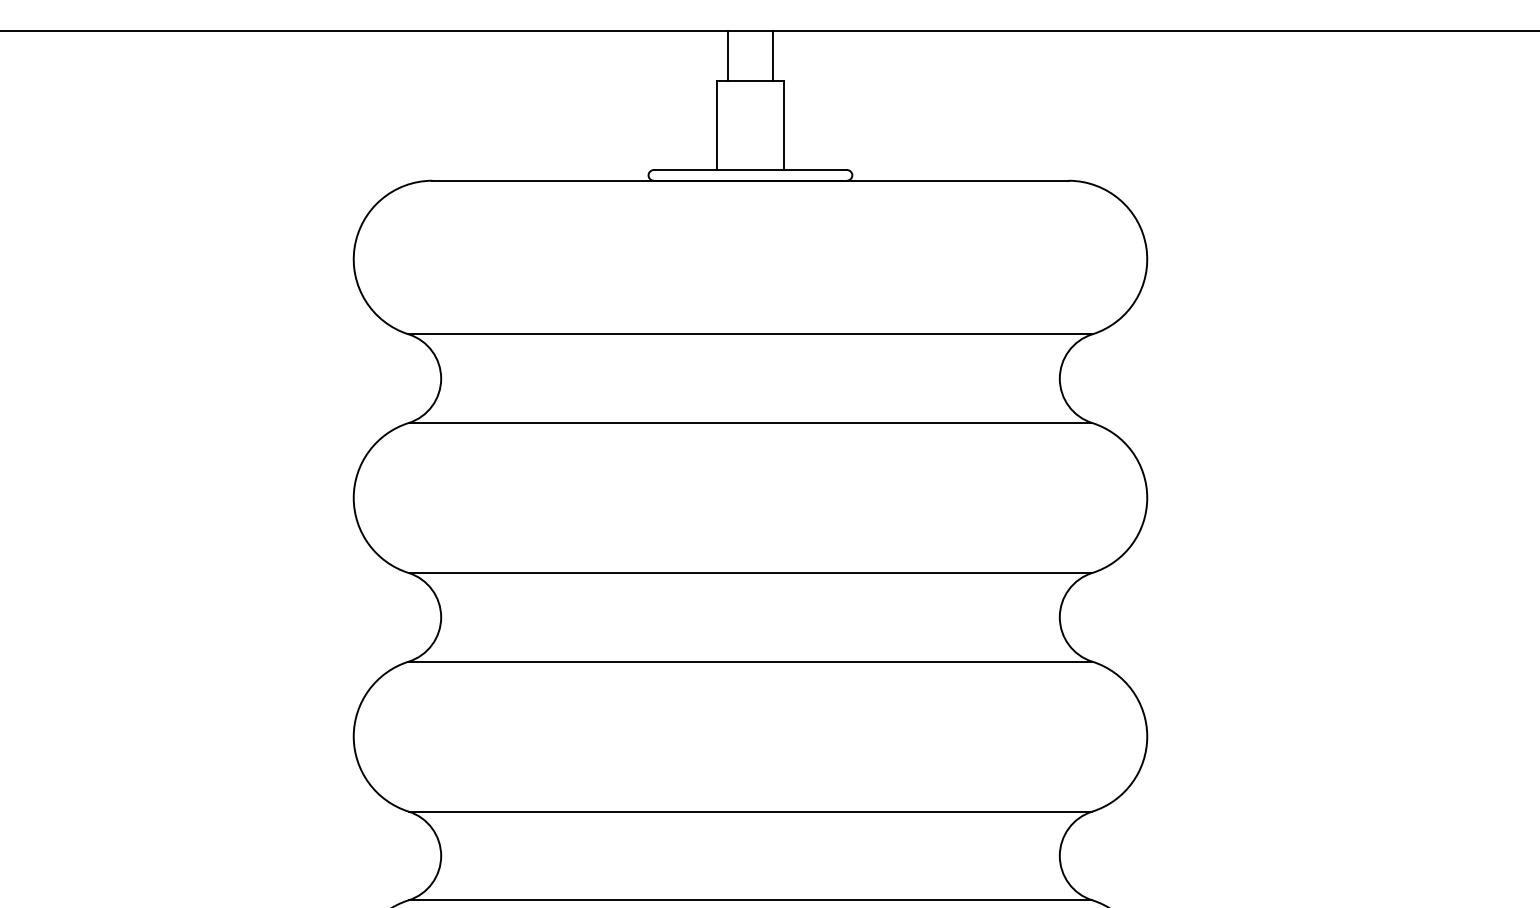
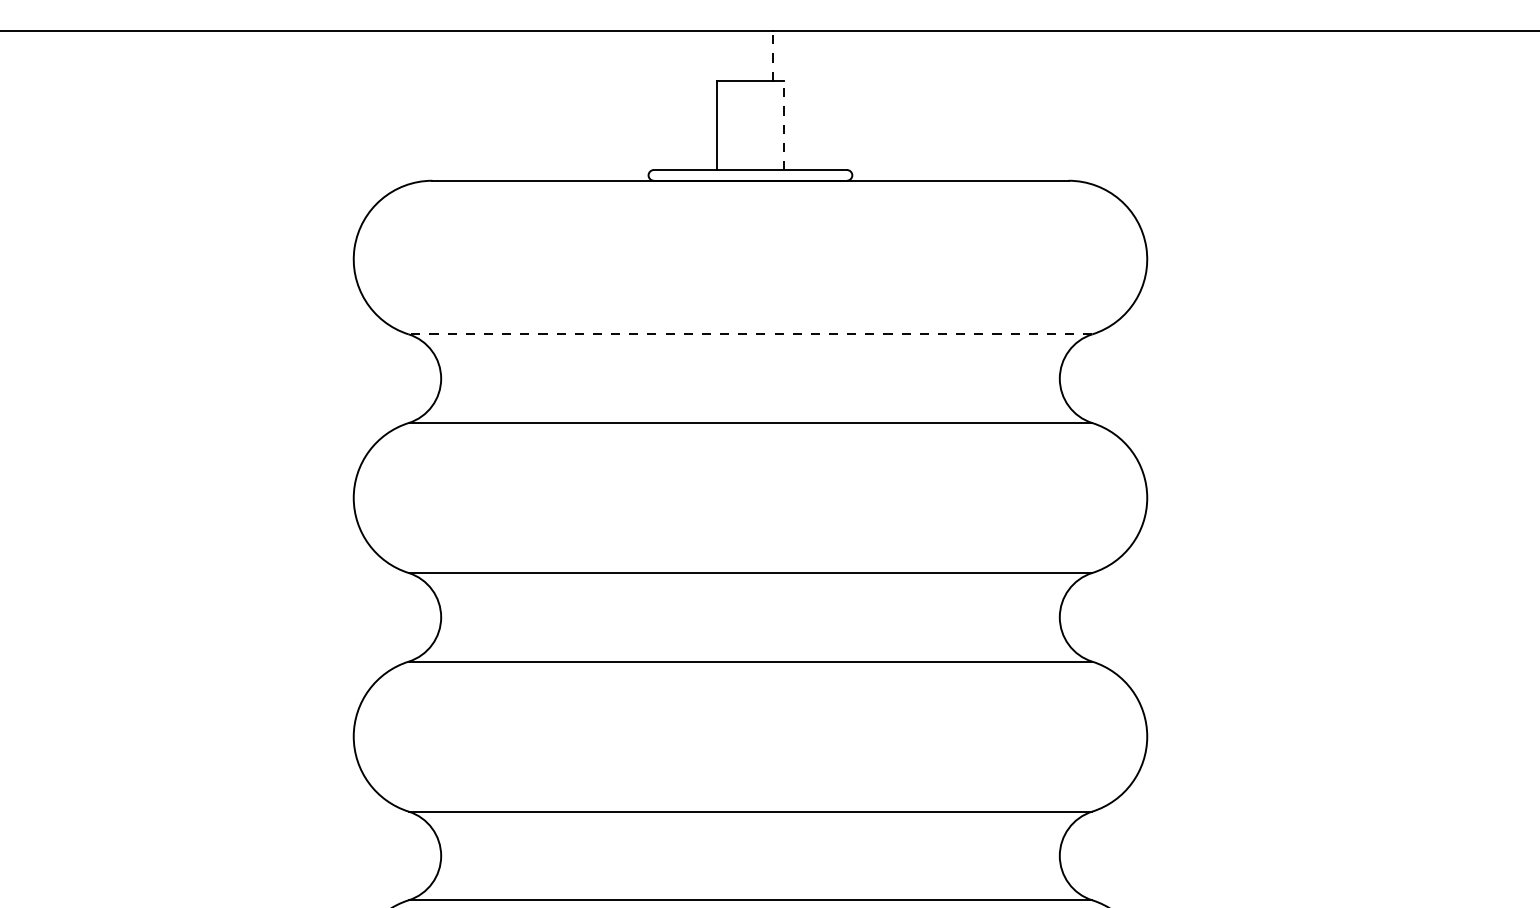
line at (727, 55): present -> none
line at (773, 55): solid -> dashed
line at (784, 125): solid -> dashed
line at (750, 334): solid -> dashed
